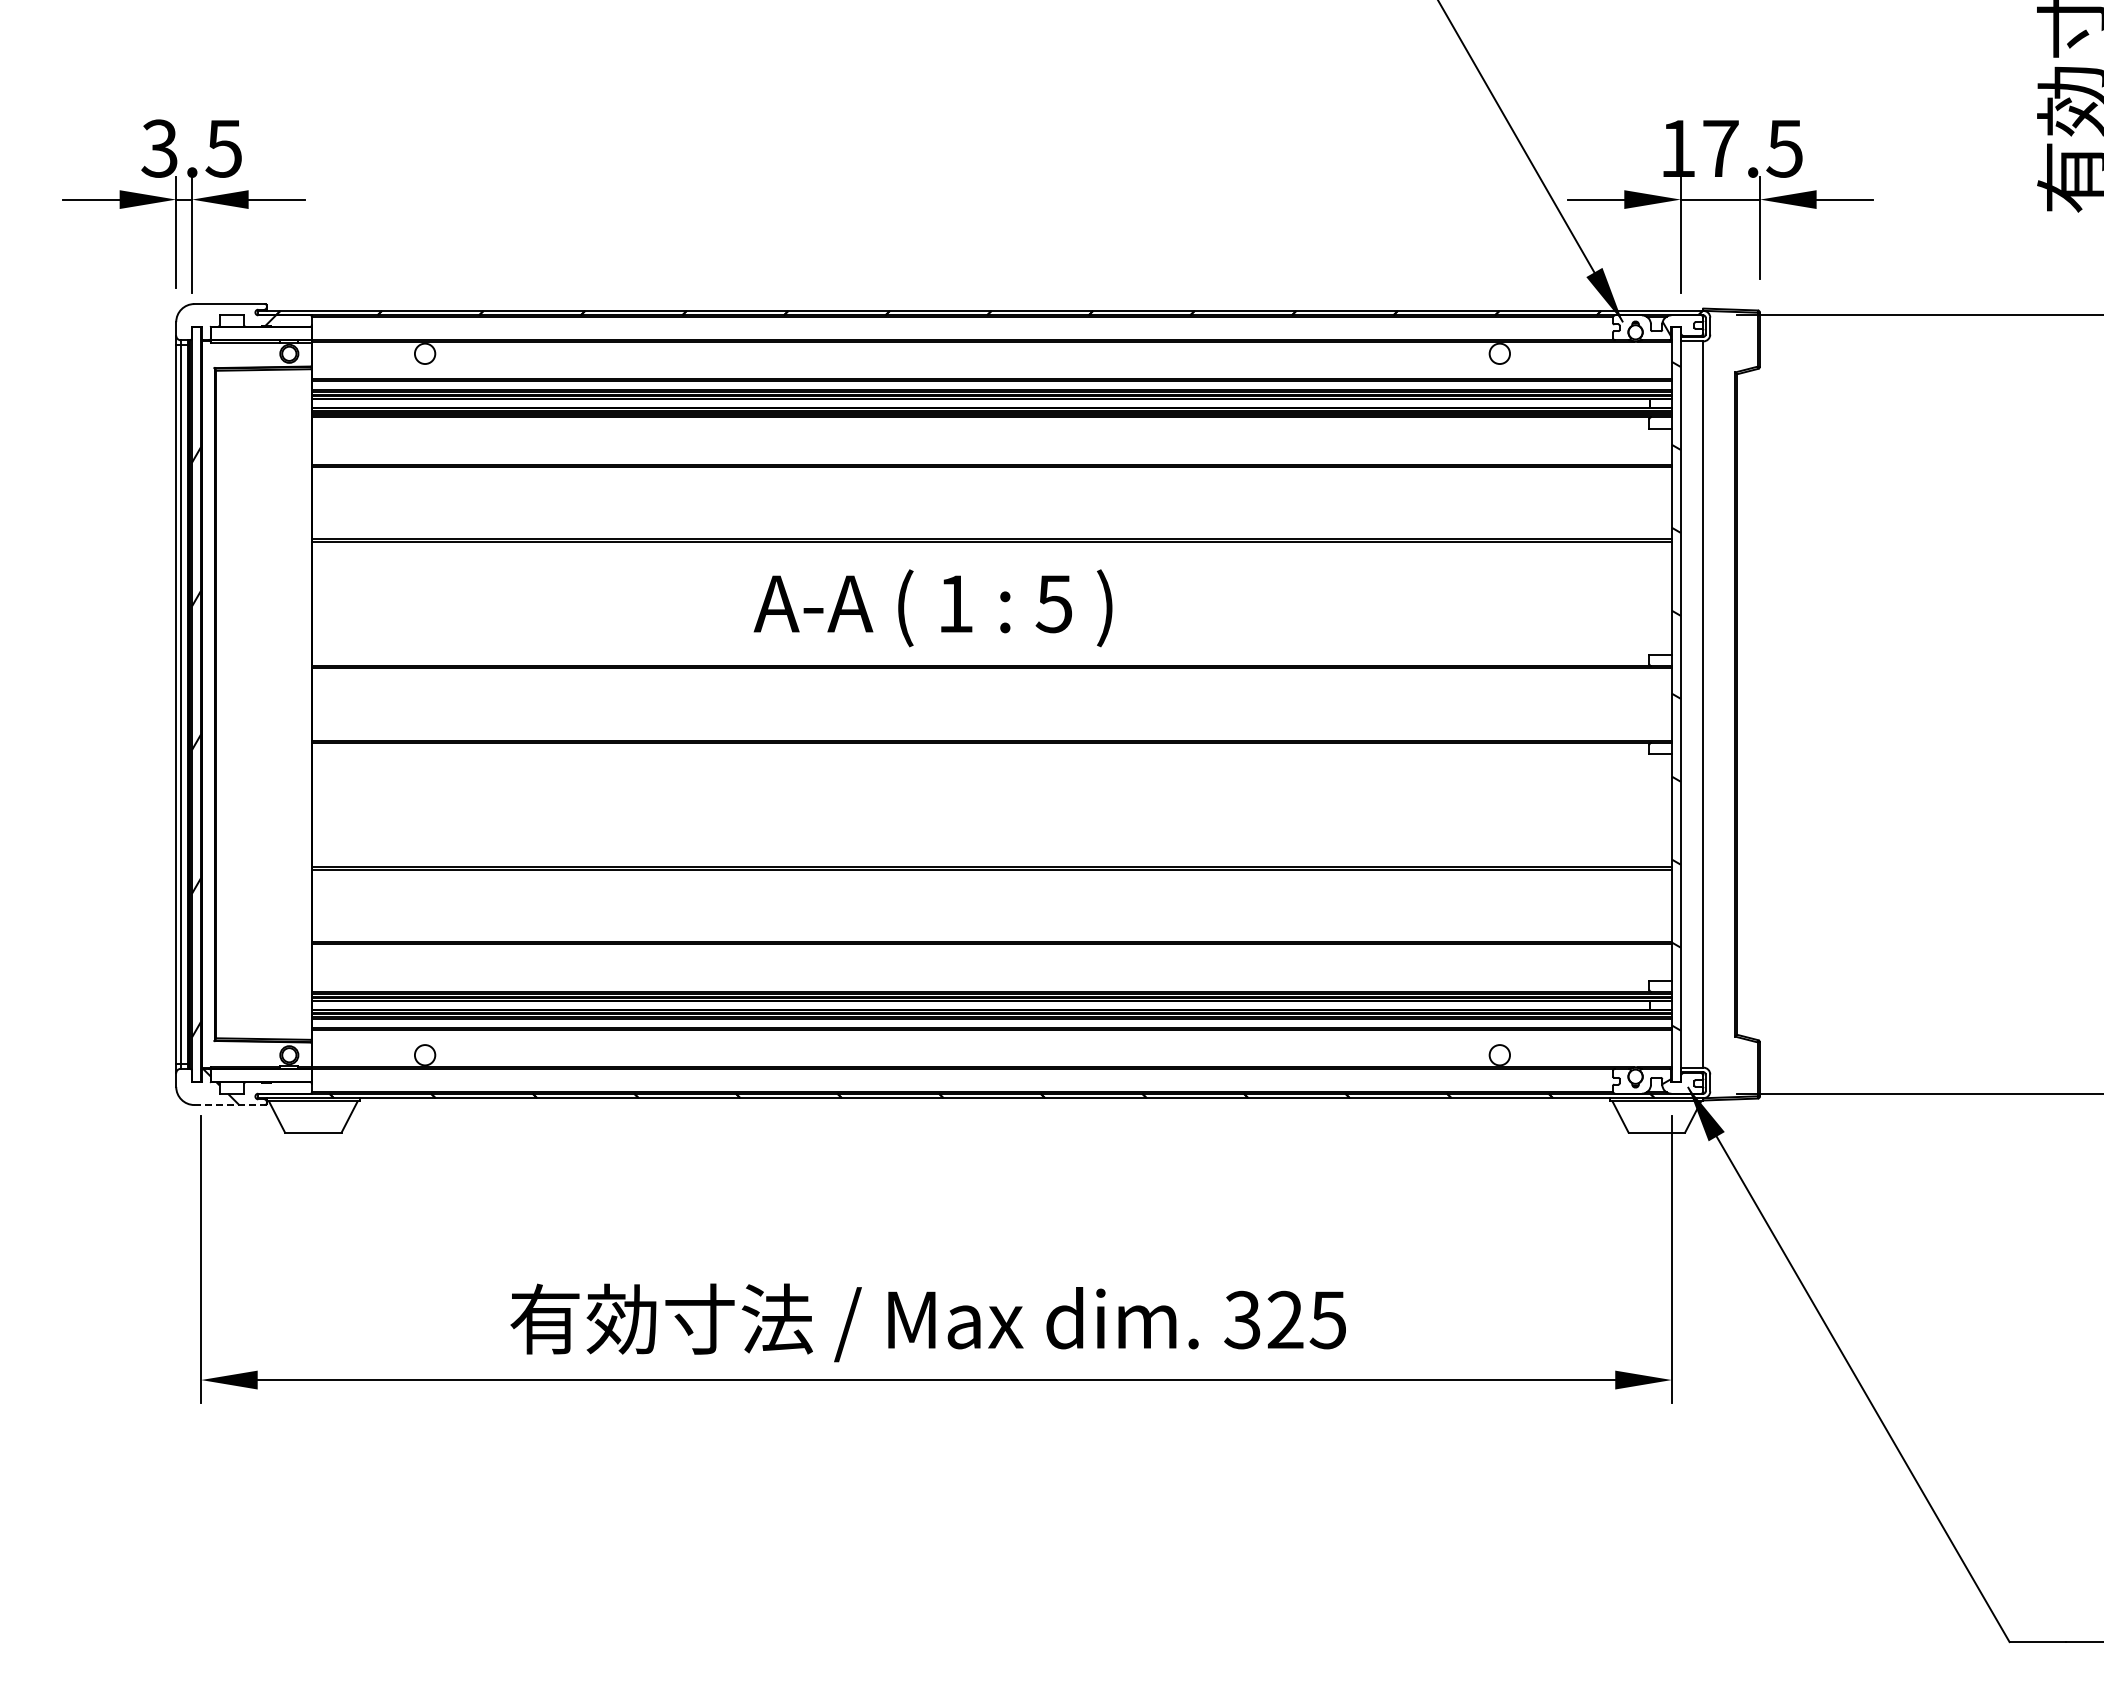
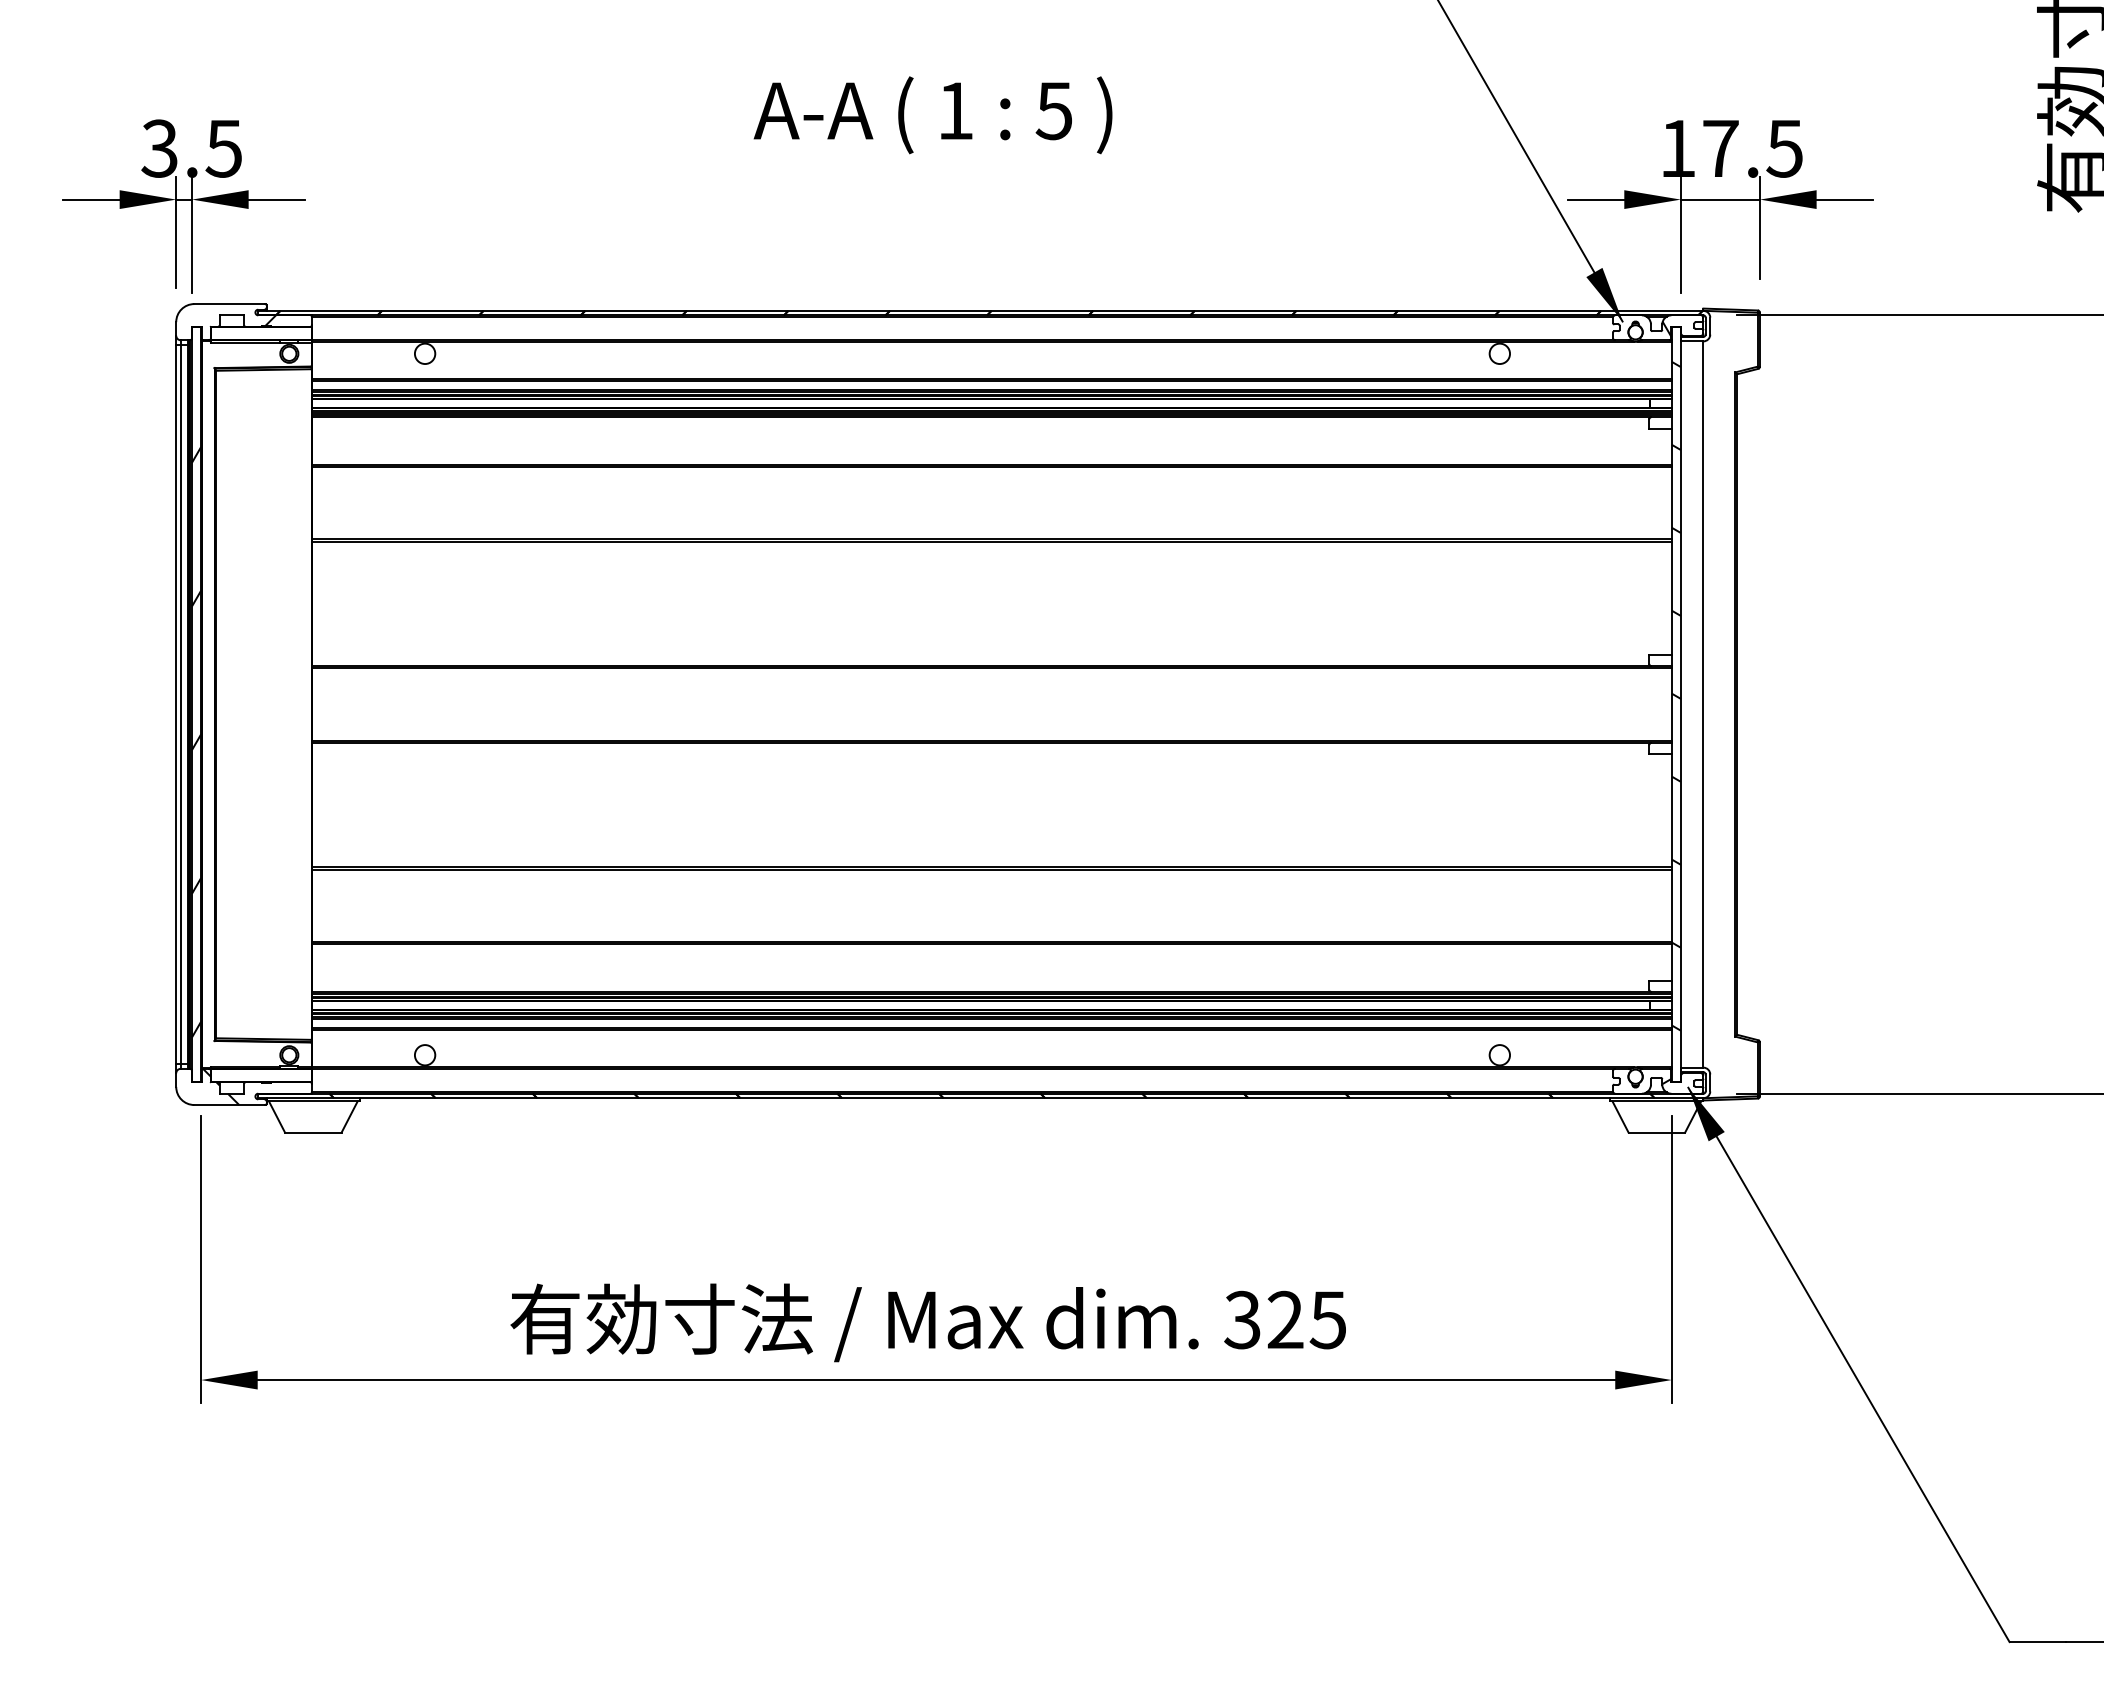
text at (932, 608) position: (932, 608) -> (932, 115)
line at (229, 1105): dashed -> solid
